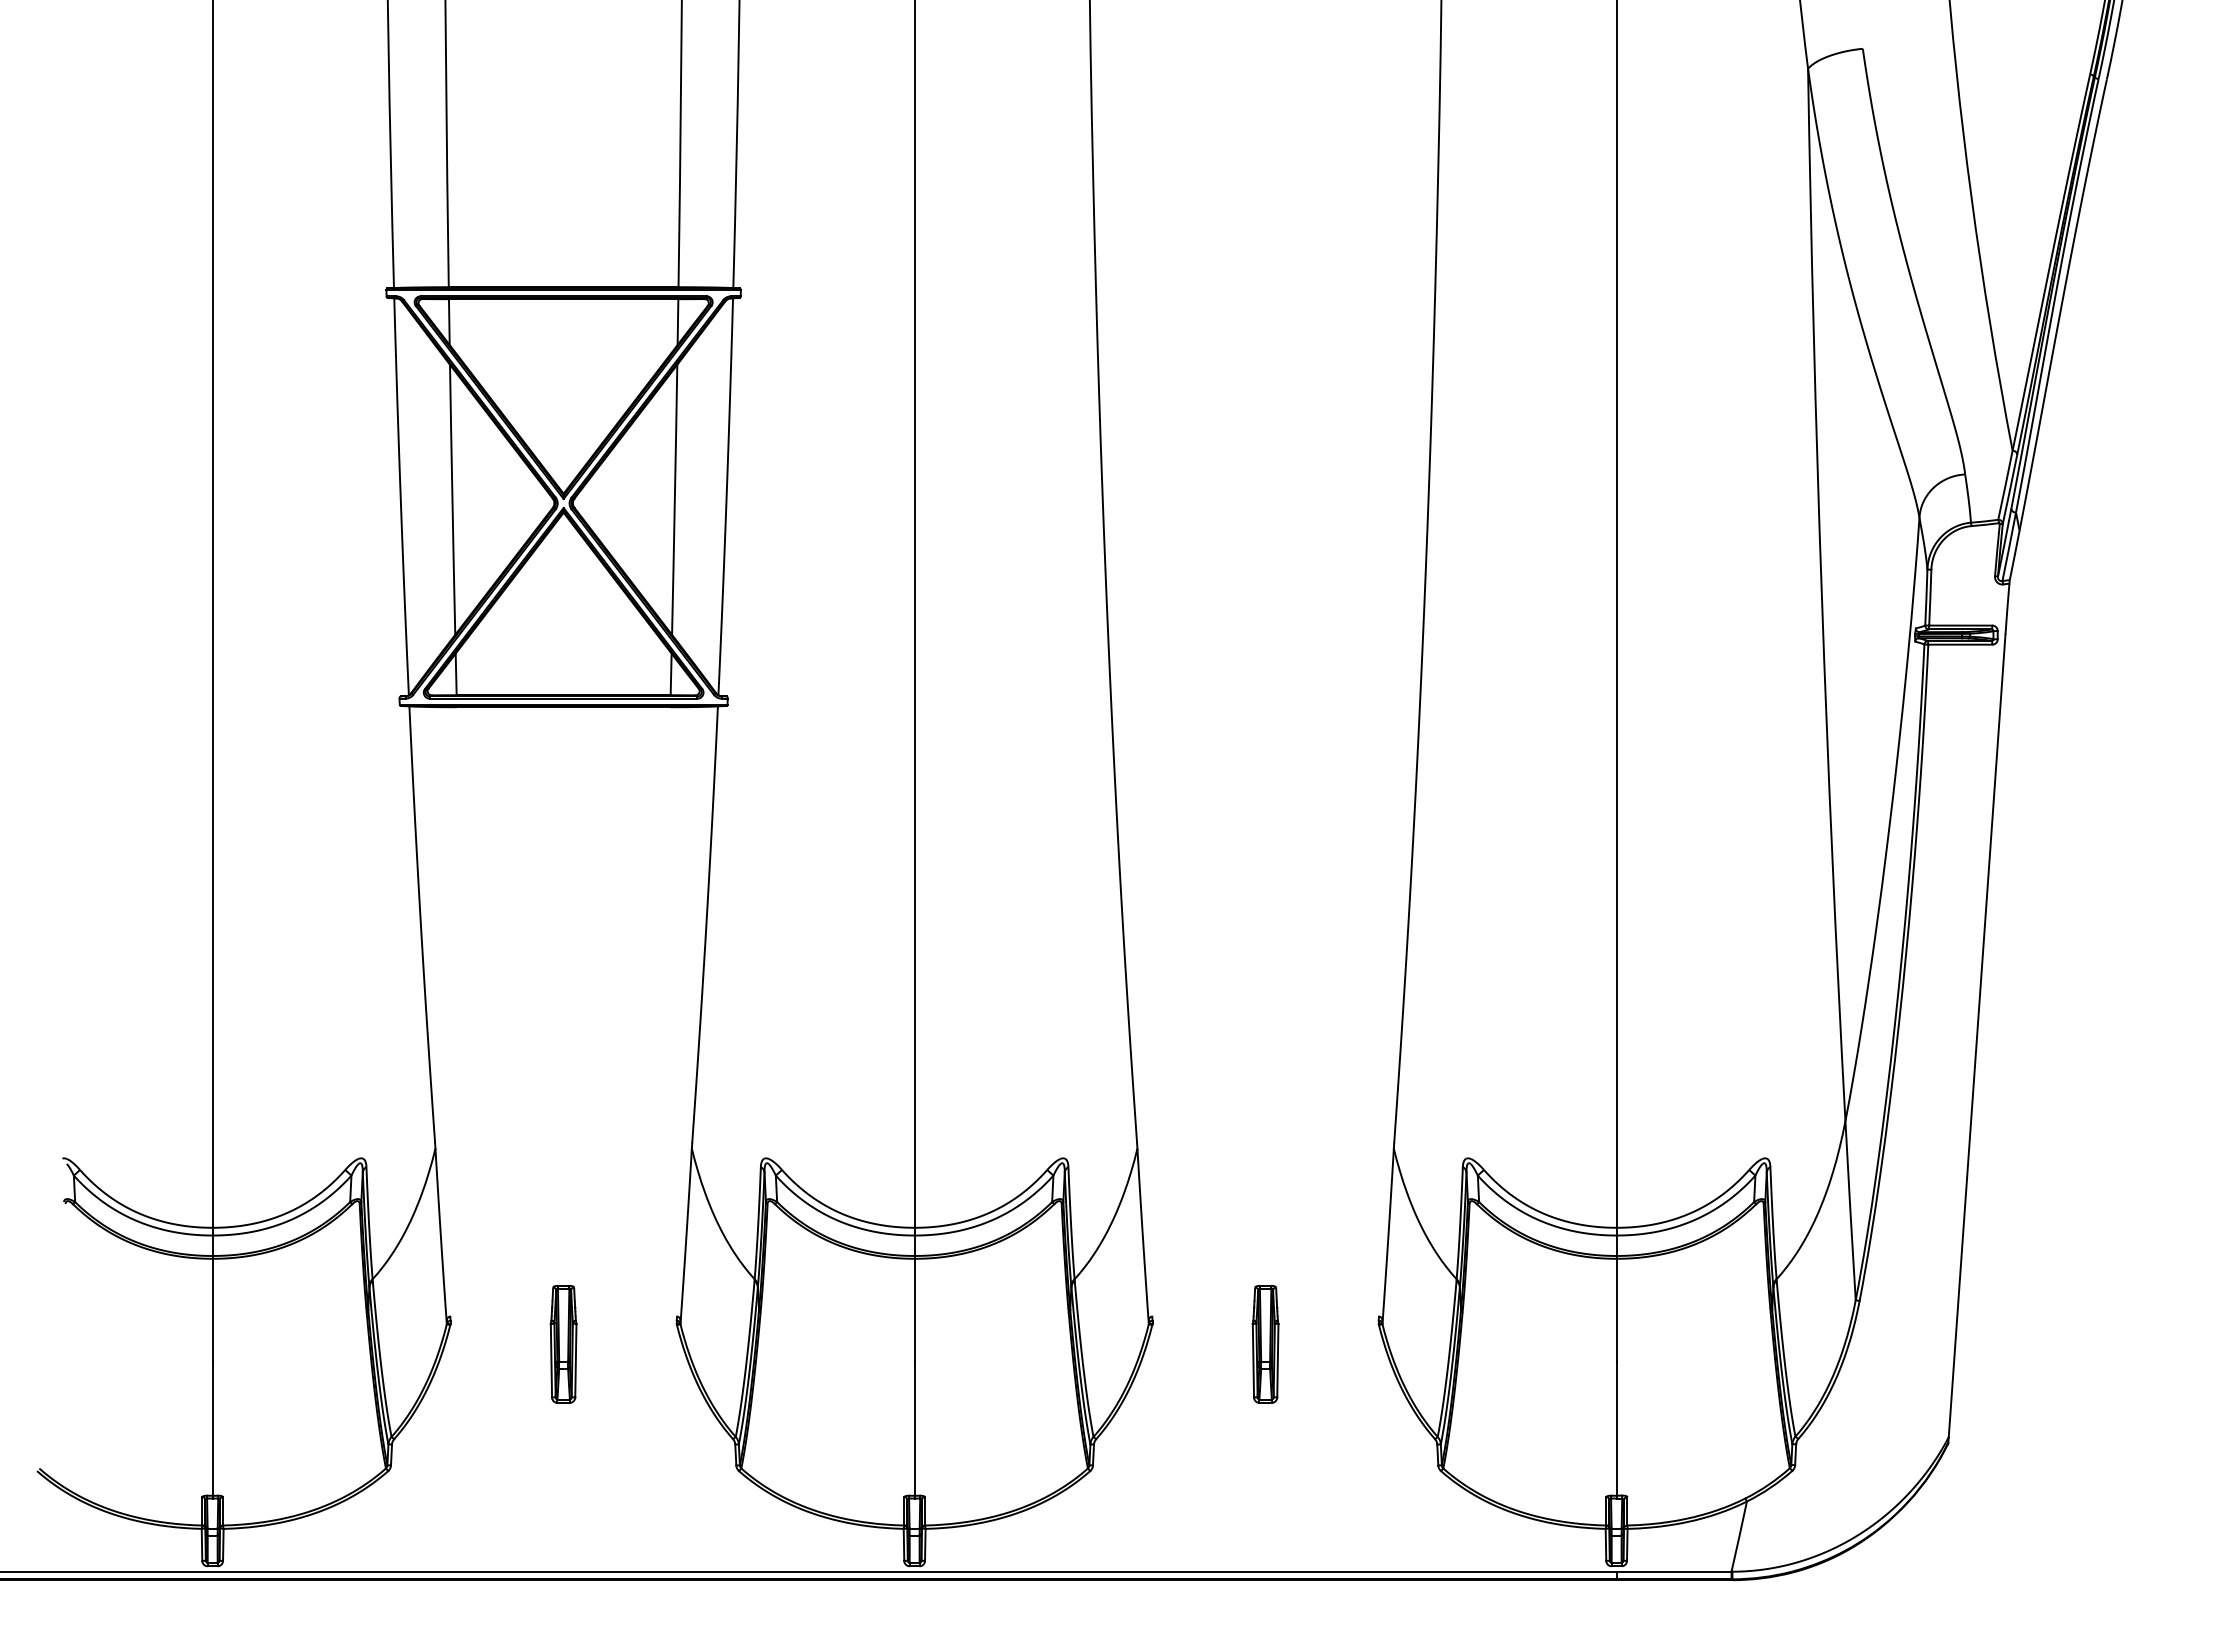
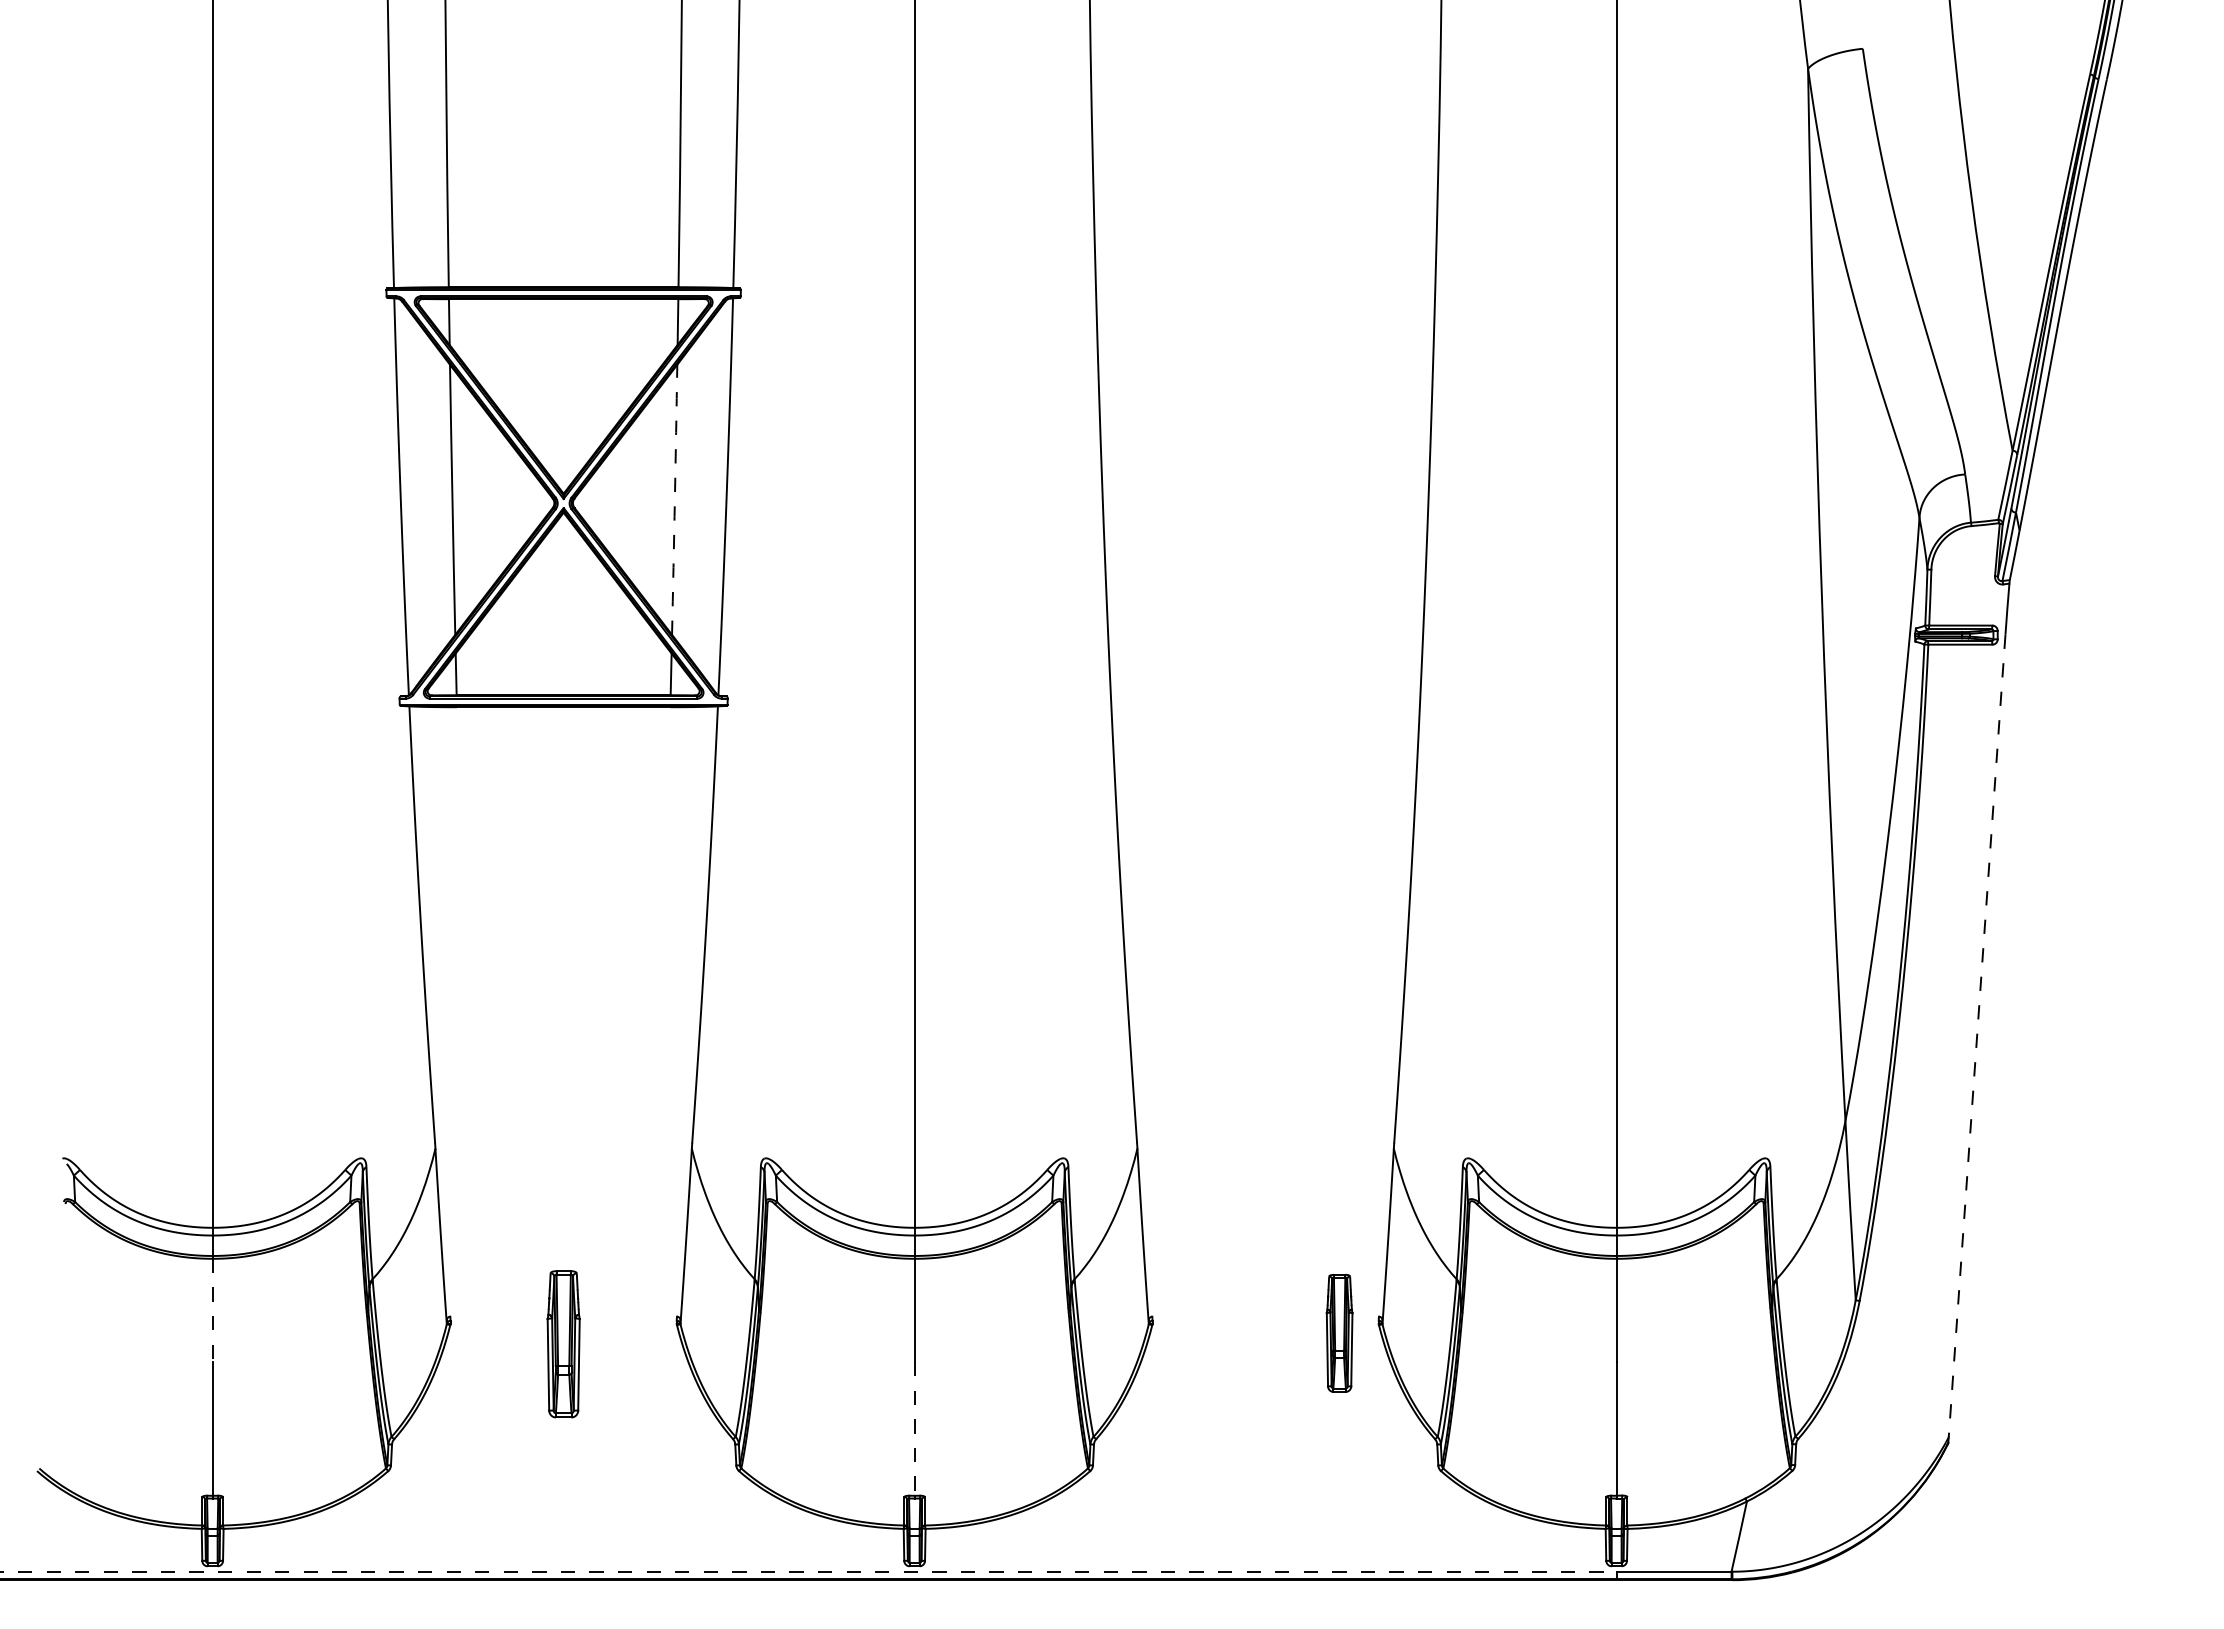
arc at (674, 499): solid -> dashed
line at (1977, 1036): solid -> dashed
line at (212, 1310): solid -> dashed
part at (563, 1344) size: 29x119 px -> 35x149 px
part at (1265, 1344) position: (1265, 1344) -> (1339, 1333)
line at (914, 1428): solid -> dashed
line at (809, 1571): solid -> dashed
